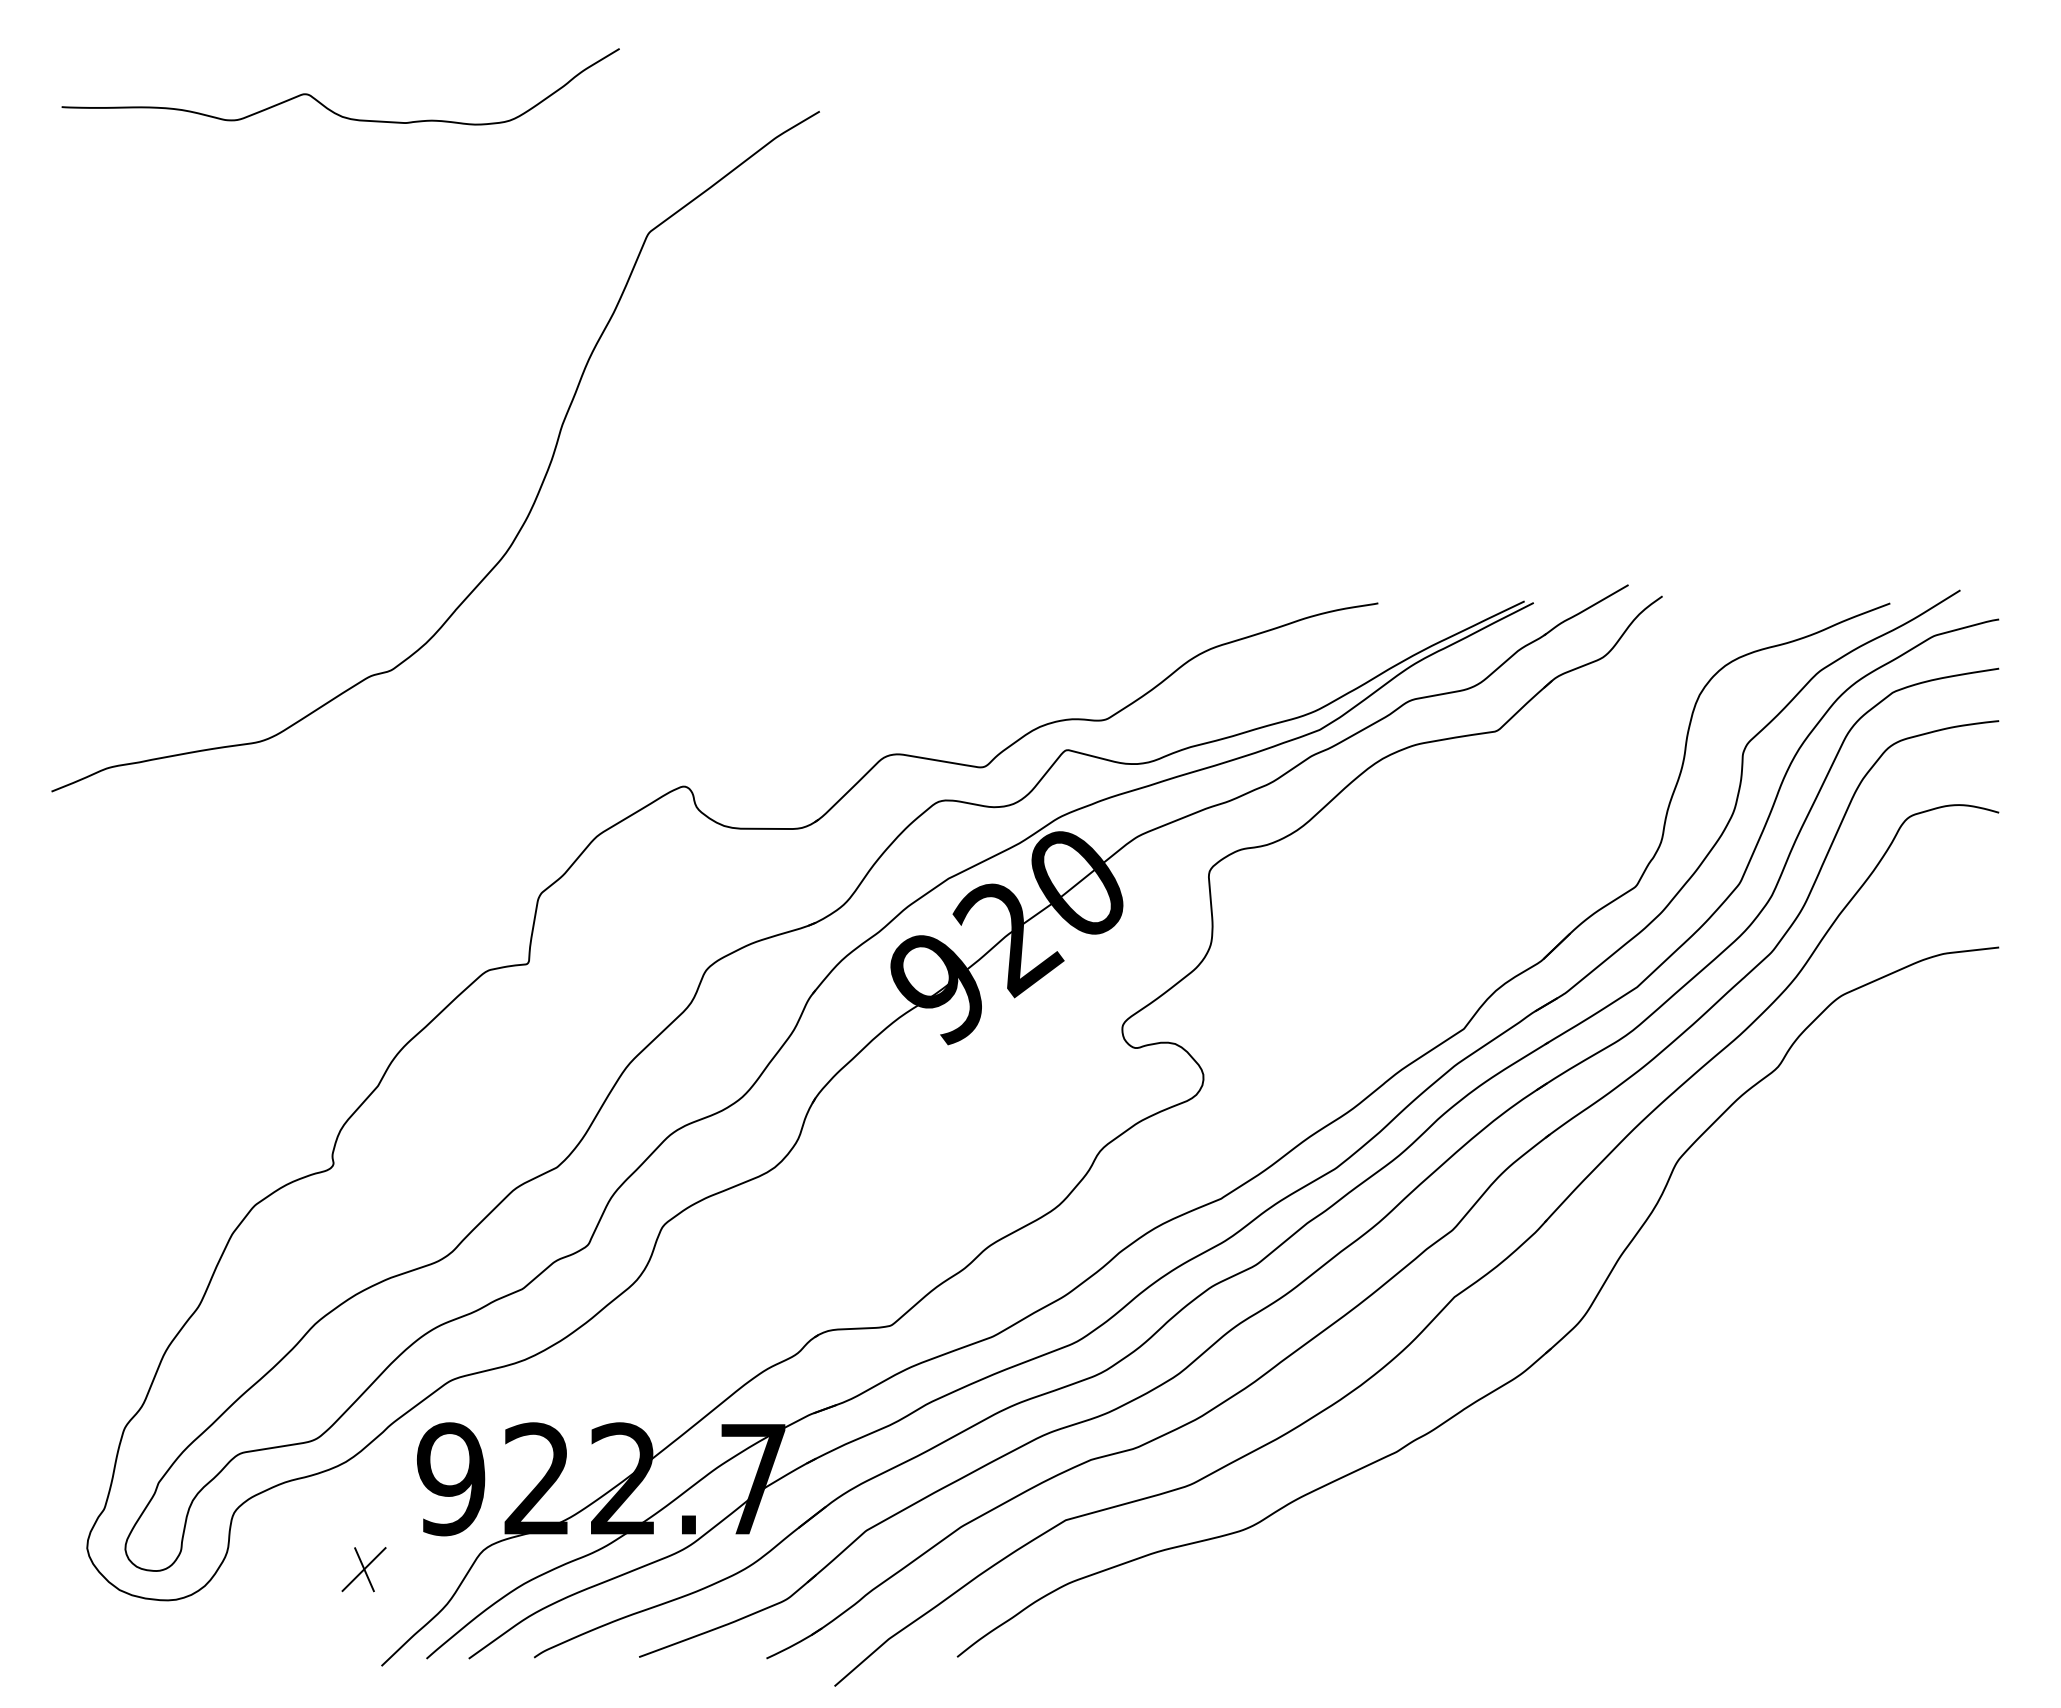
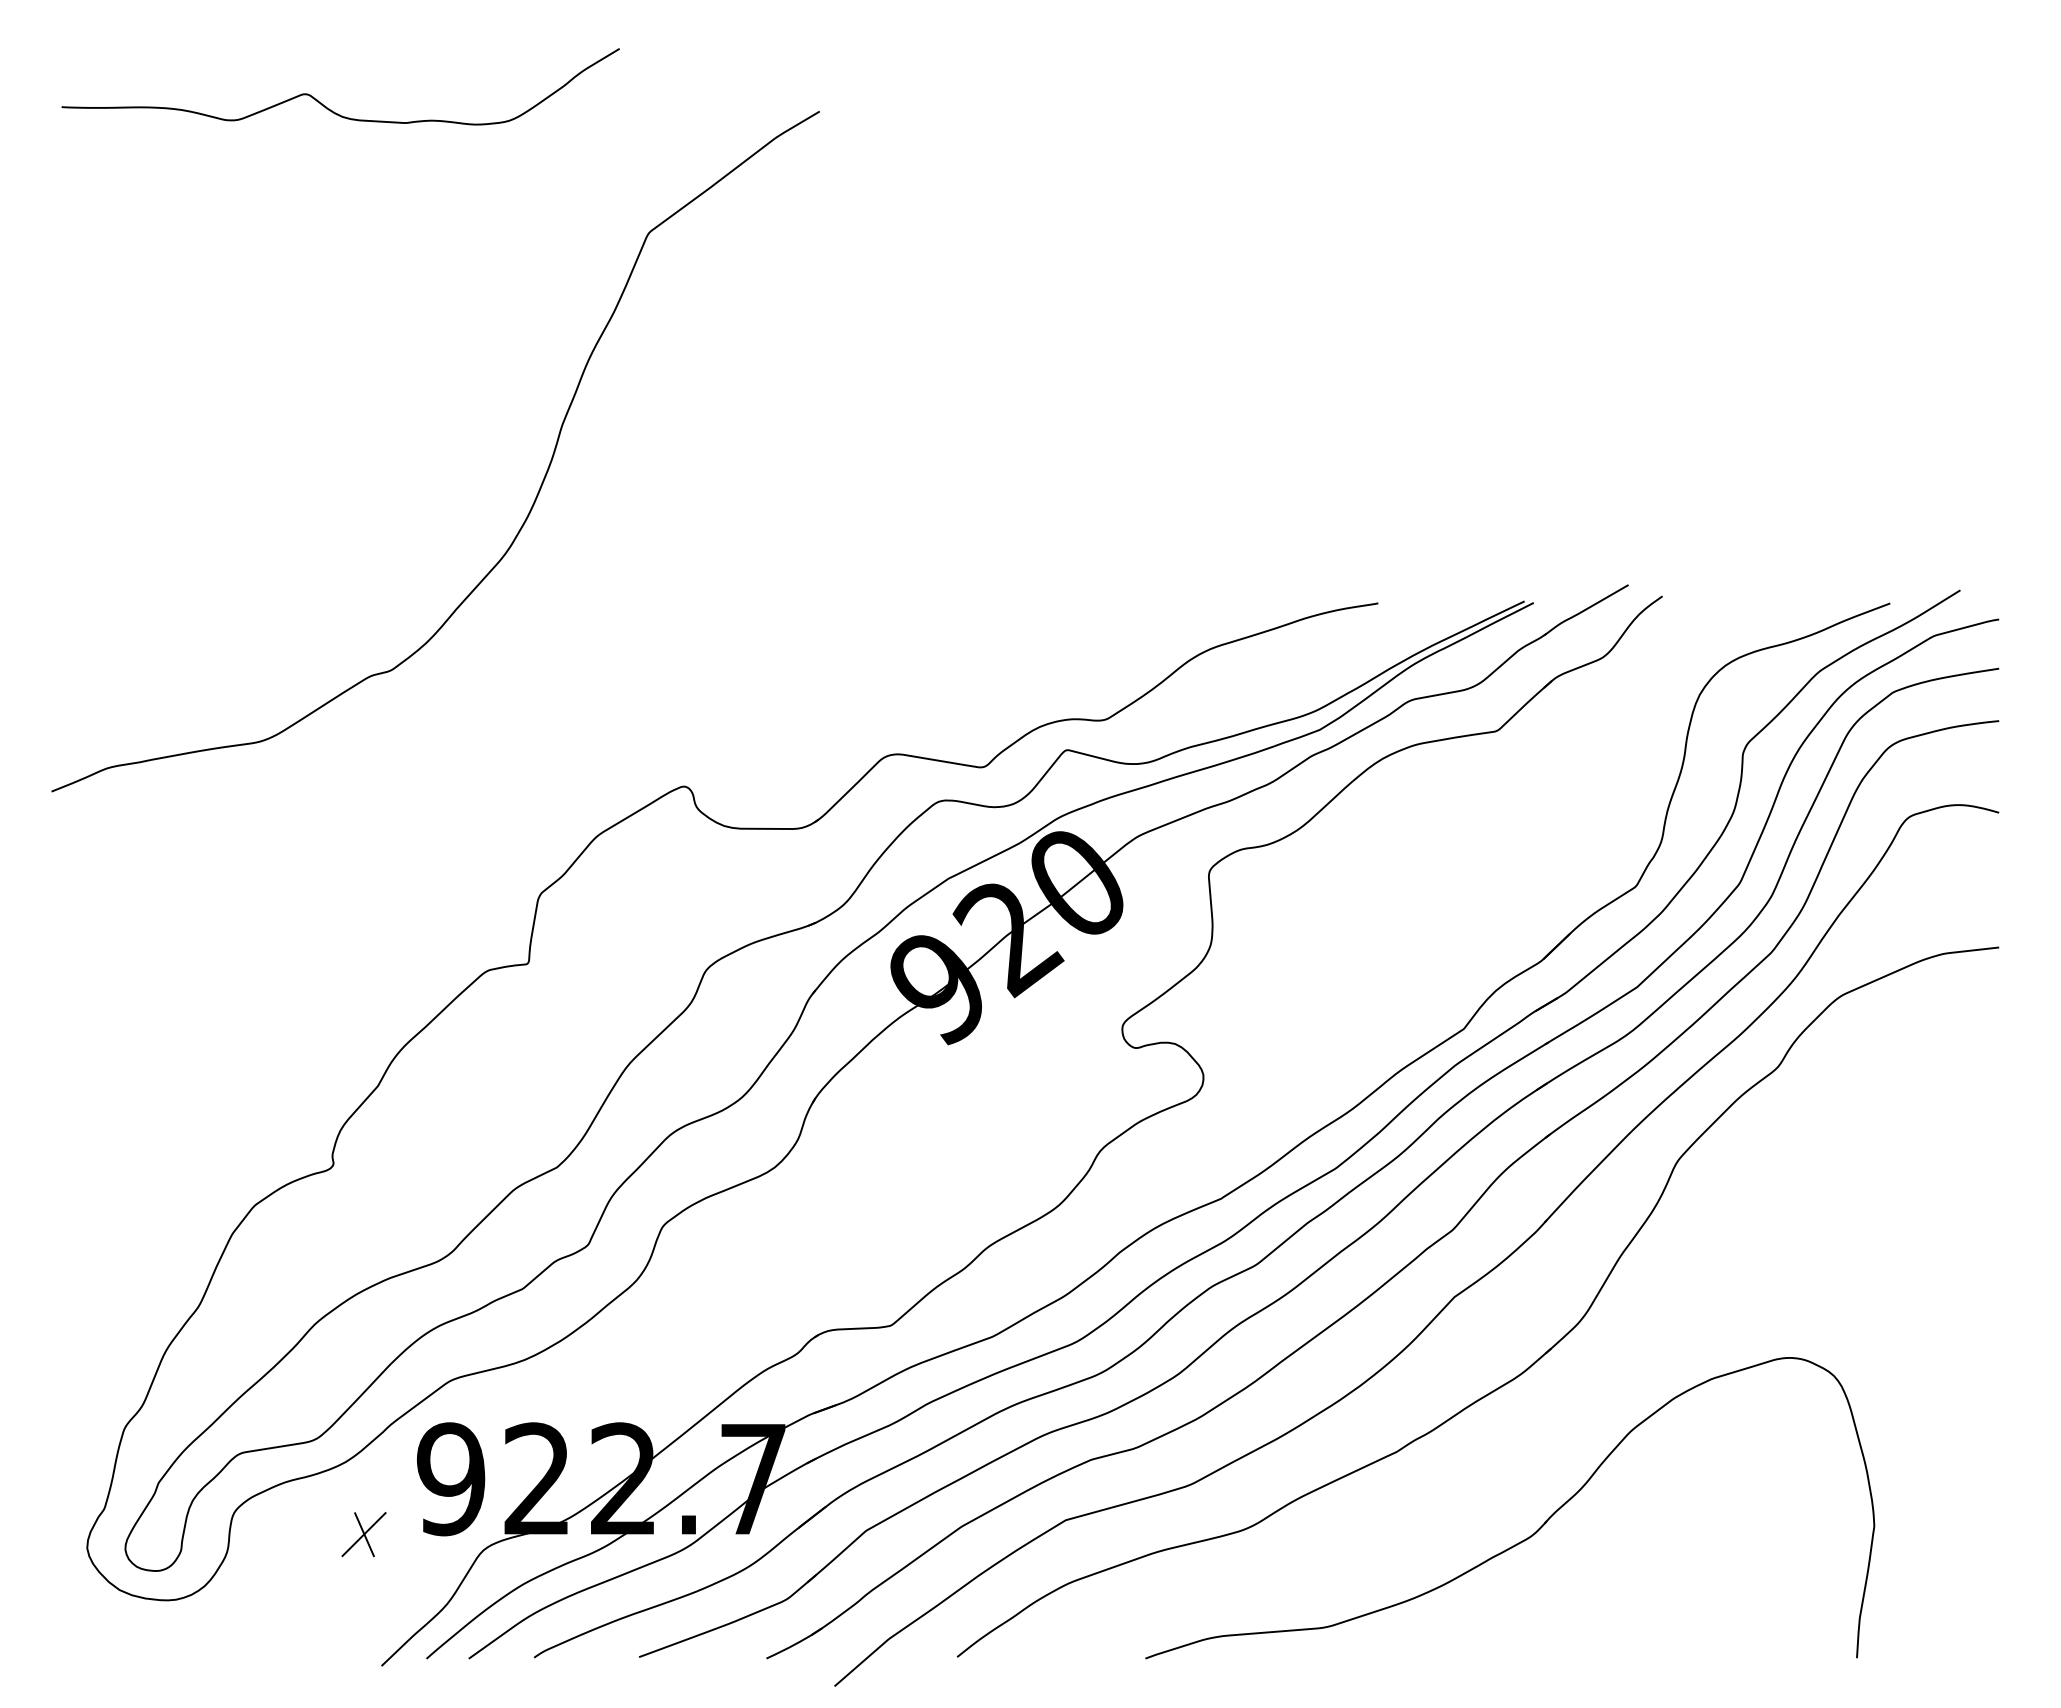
part at (1531, 1534): none -> present
part at (363, 1569) position: (363, 1569) -> (363, 1534)
